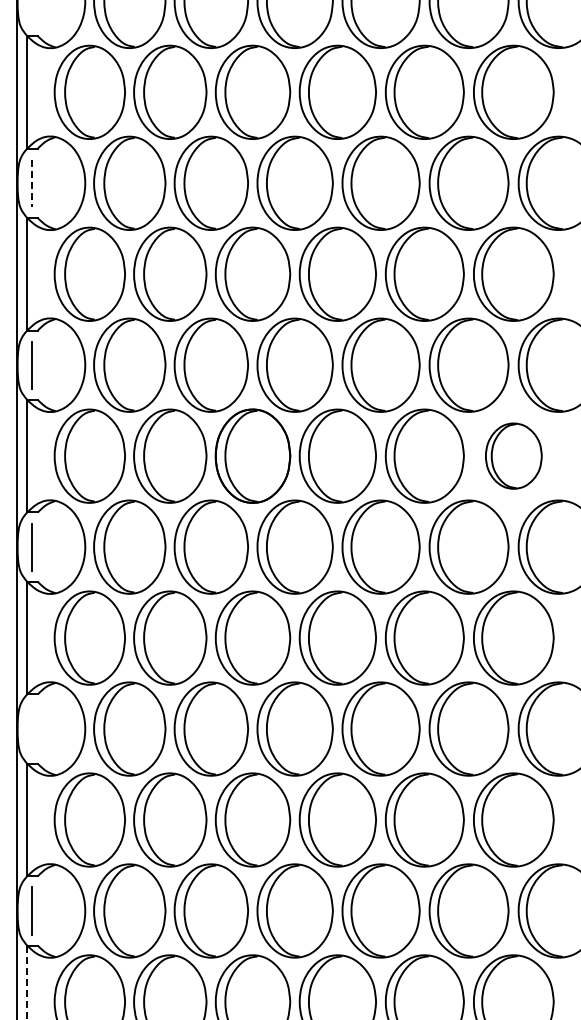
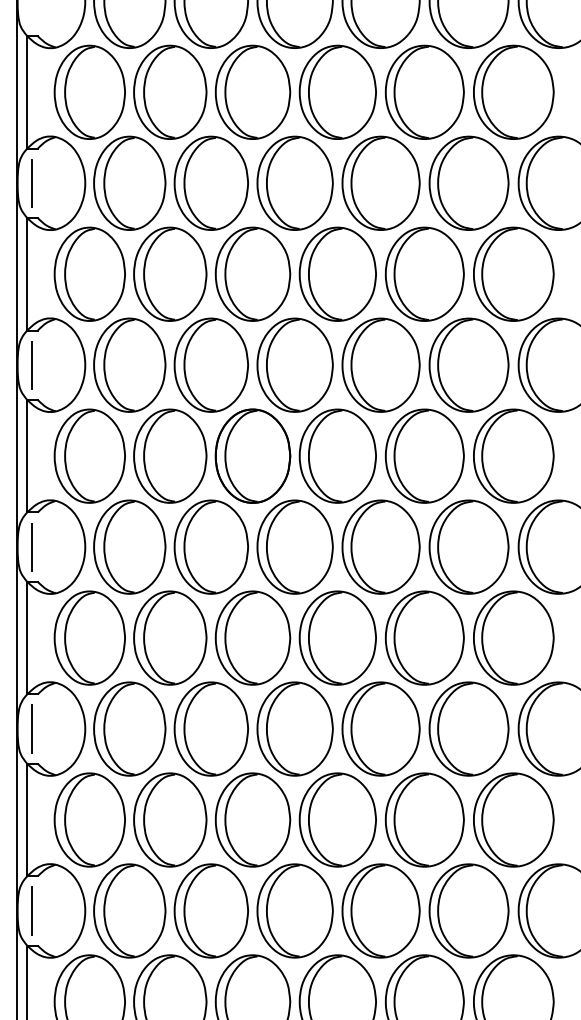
line at (32, 183): dashed -> solid
part at (513, 455) size: 58x68 px -> 82x96 px
line at (32, 728): none -> present
line at (27, 982): dashed -> solid
